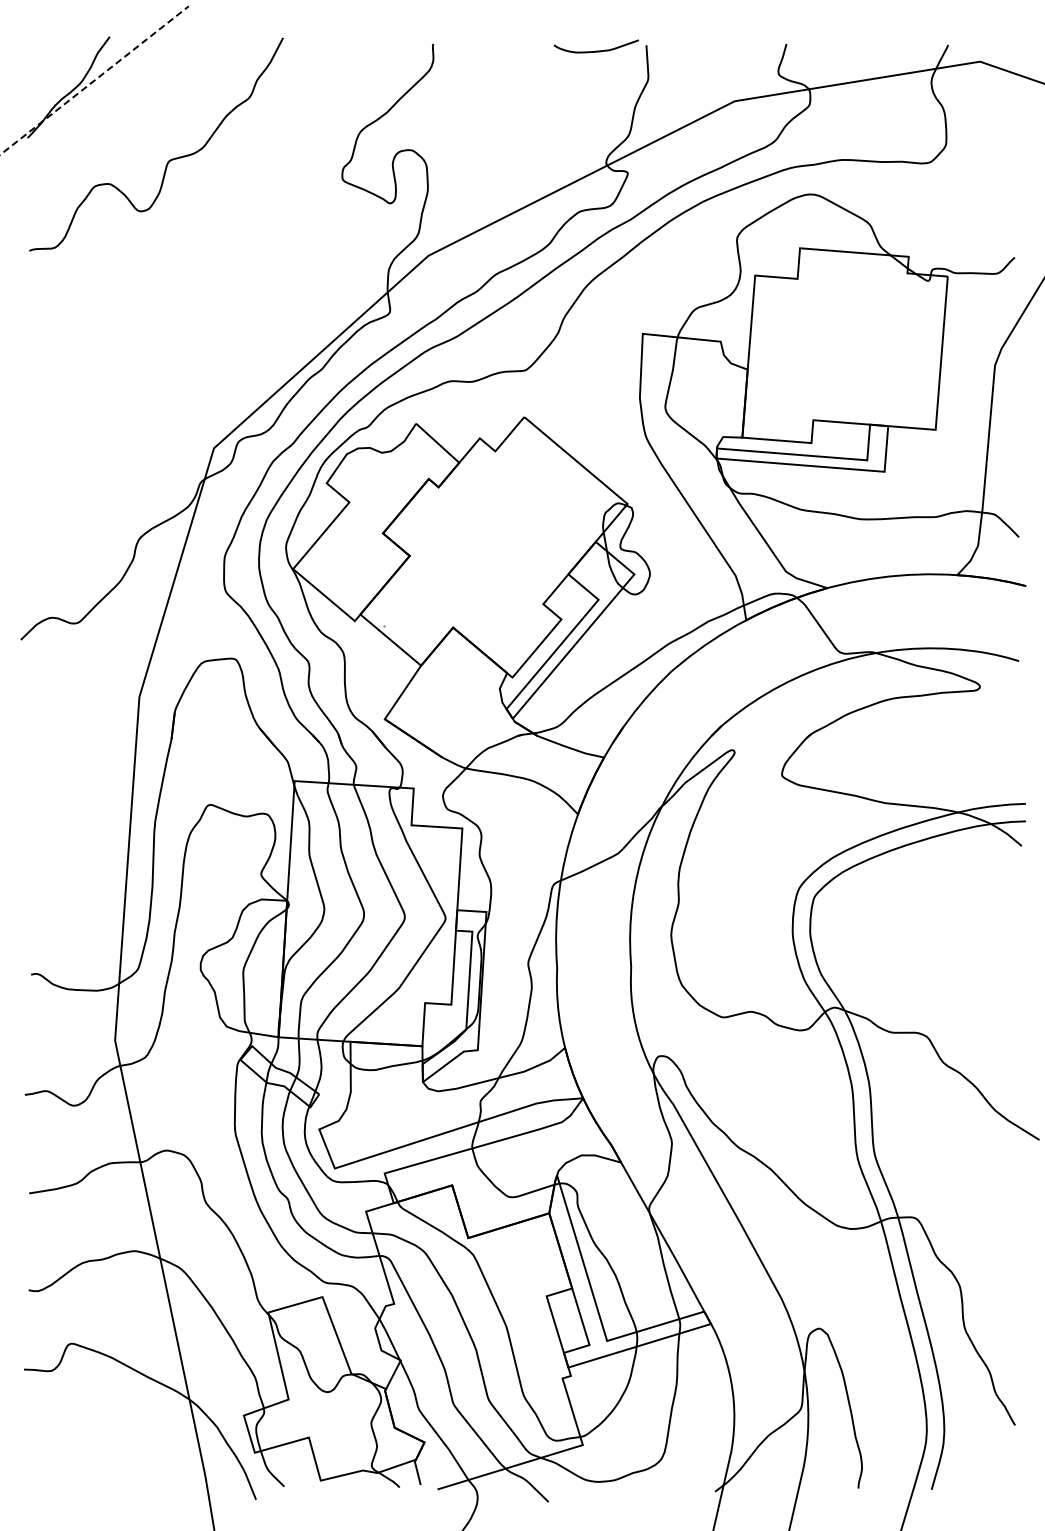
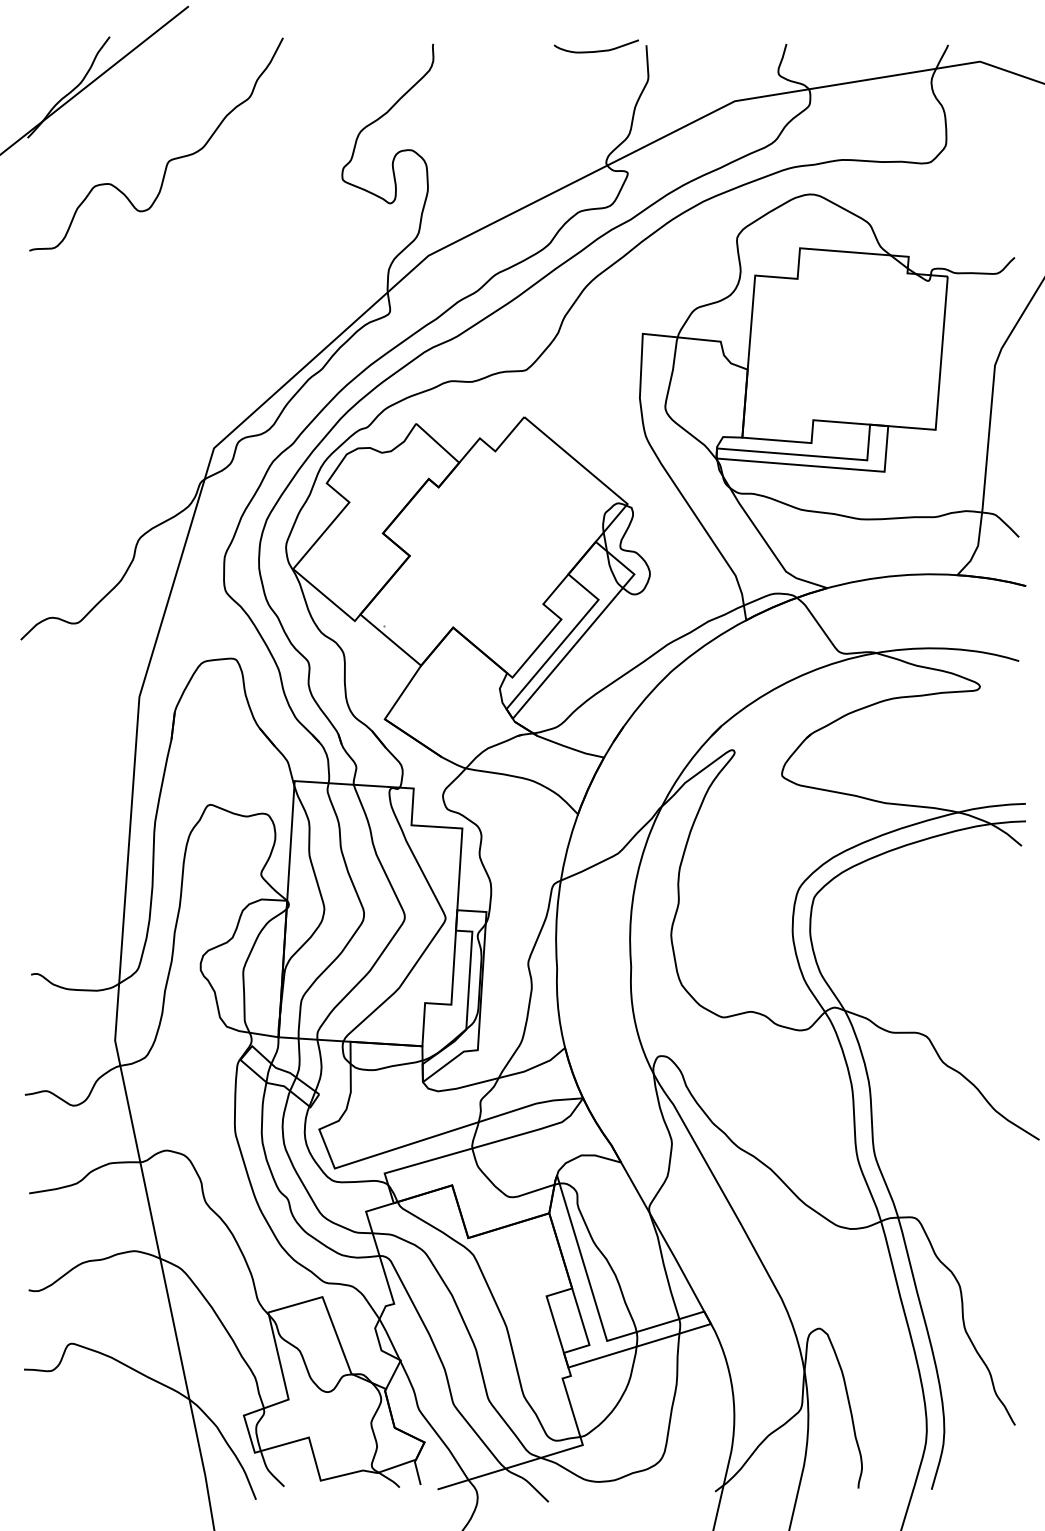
line at (94, 80): dashed -> solid
